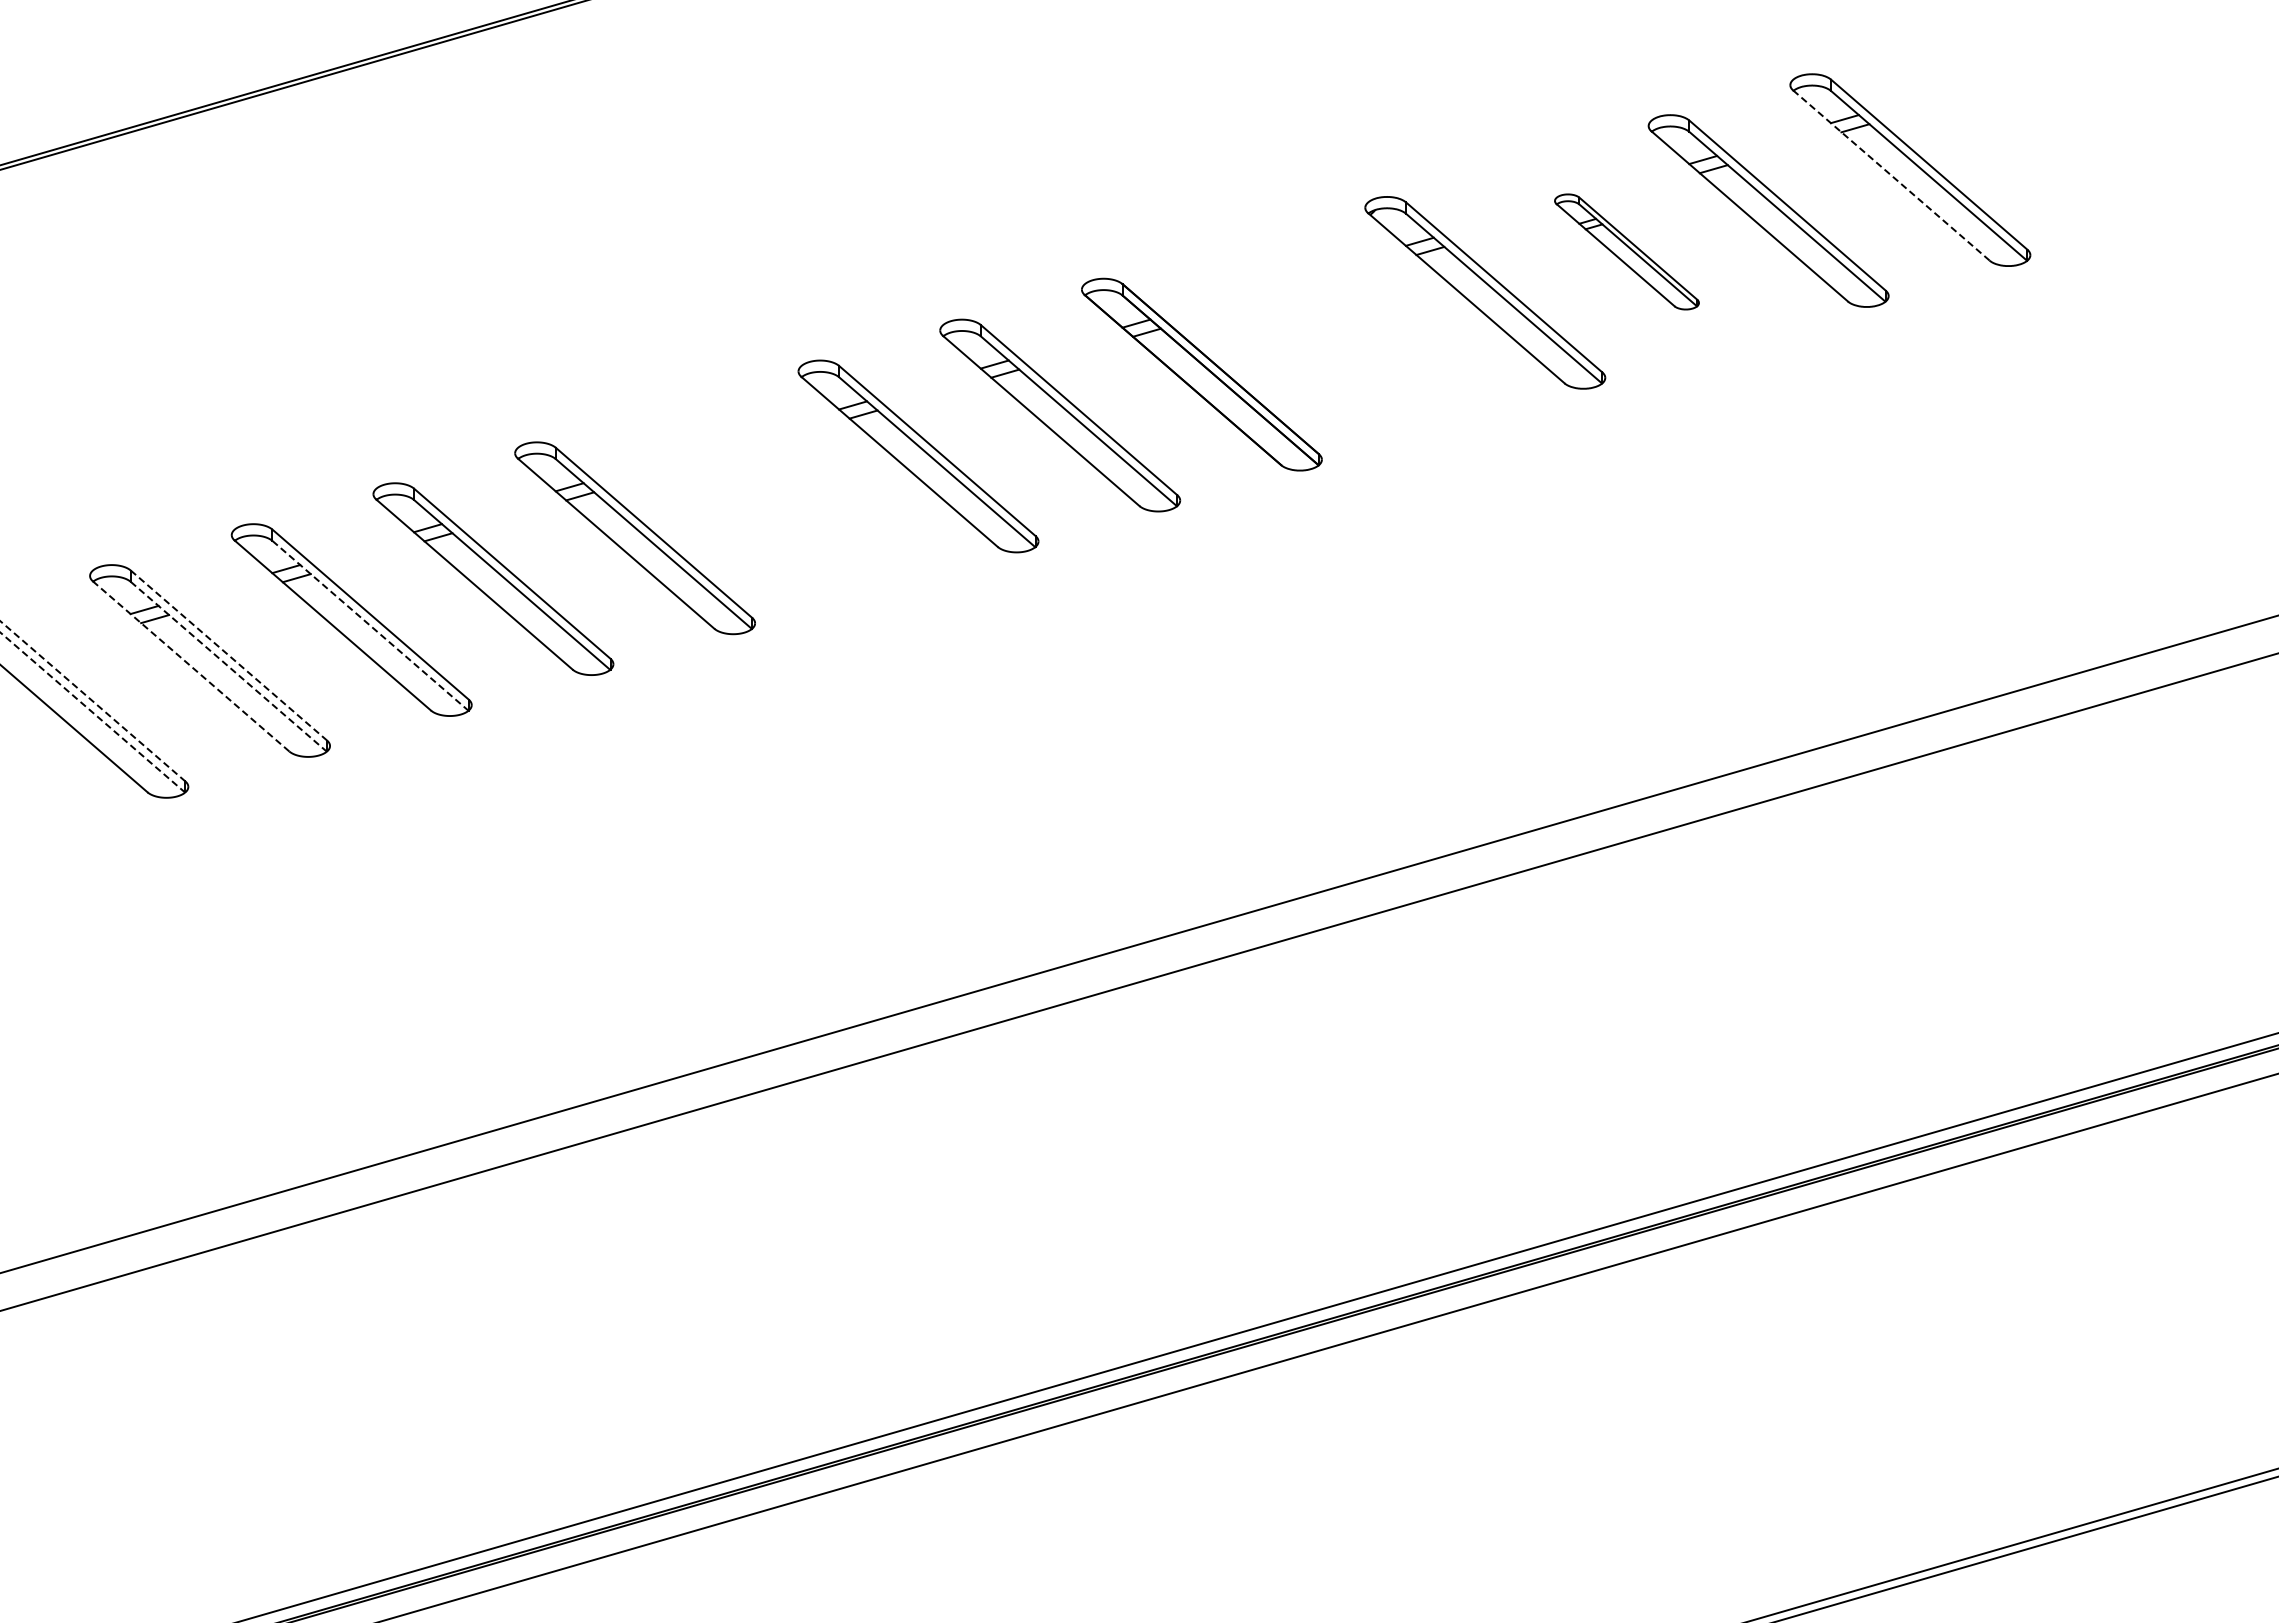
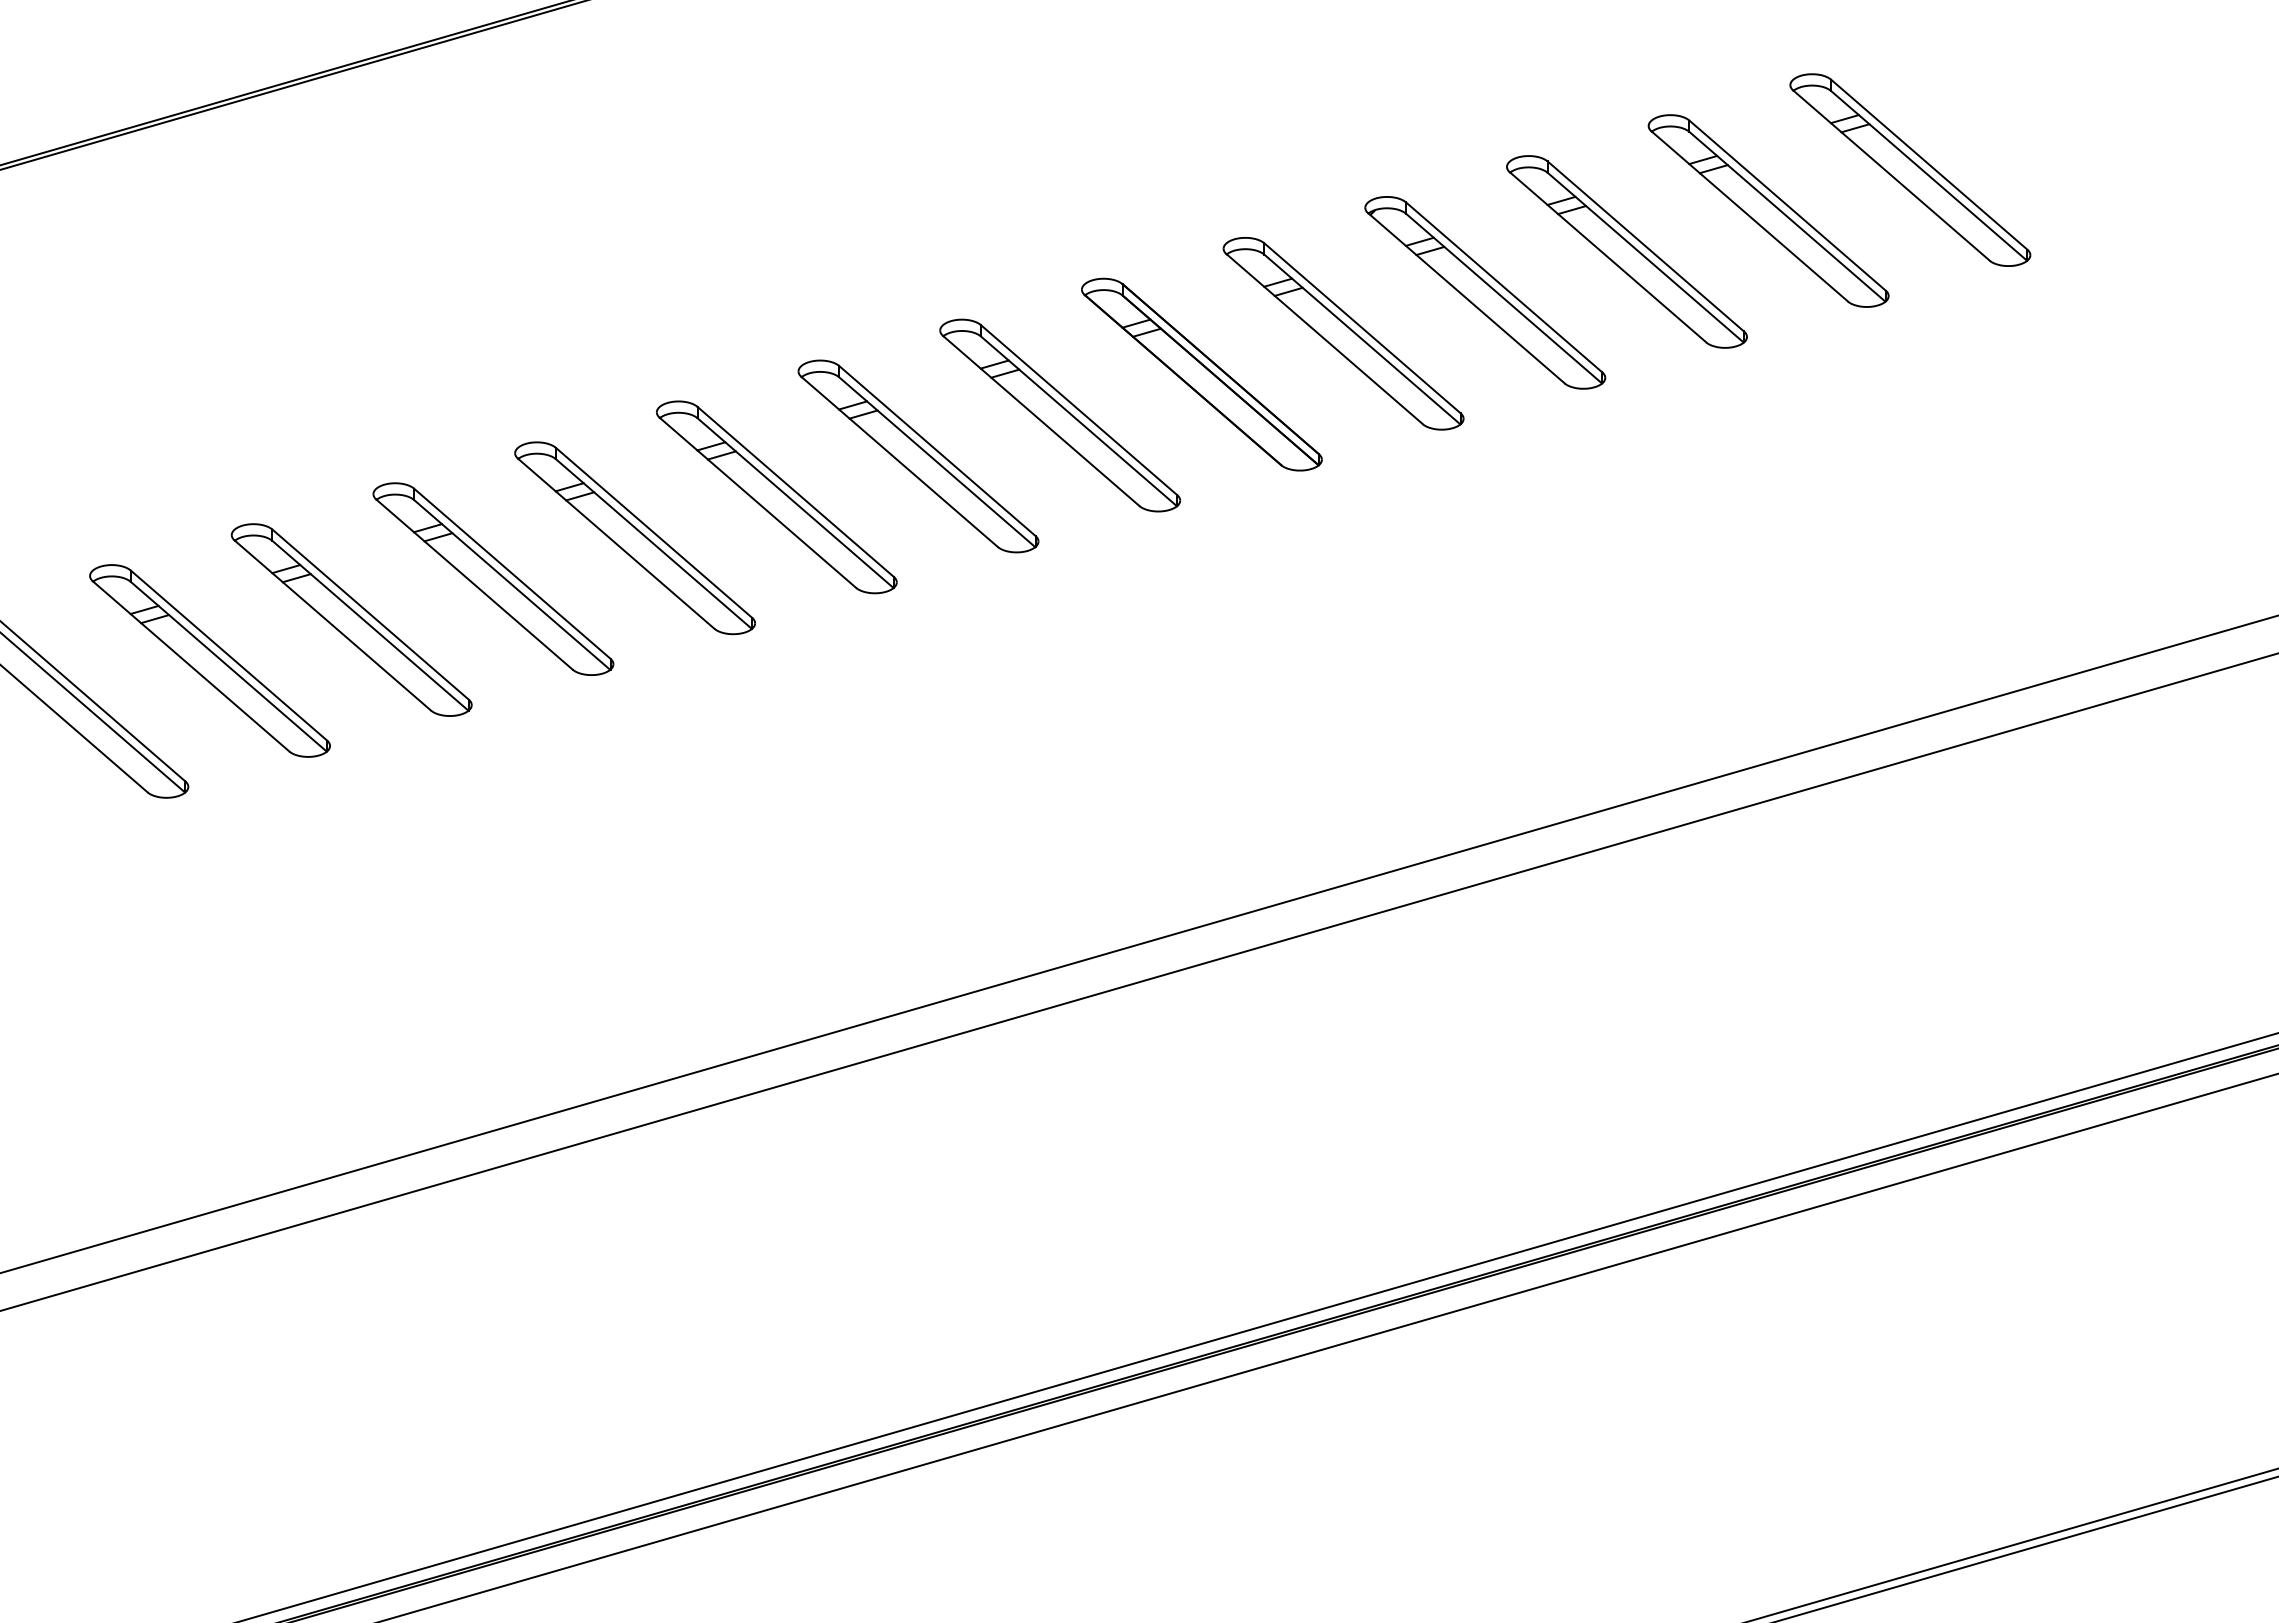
line at (1891, 175): dashed -> solid
part at (1626, 251) size: 146x118 px -> 242x194 px
part at (1343, 333): none -> present
part at (776, 497): none -> present
line at (370, 625): dashed -> solid
line at (228, 655): dashed -> solid
line at (191, 666): dashed -> solid
line at (228, 666): dashed -> solid
line at (93, 701): dashed -> solid
line at (93, 712): dashed -> solid
